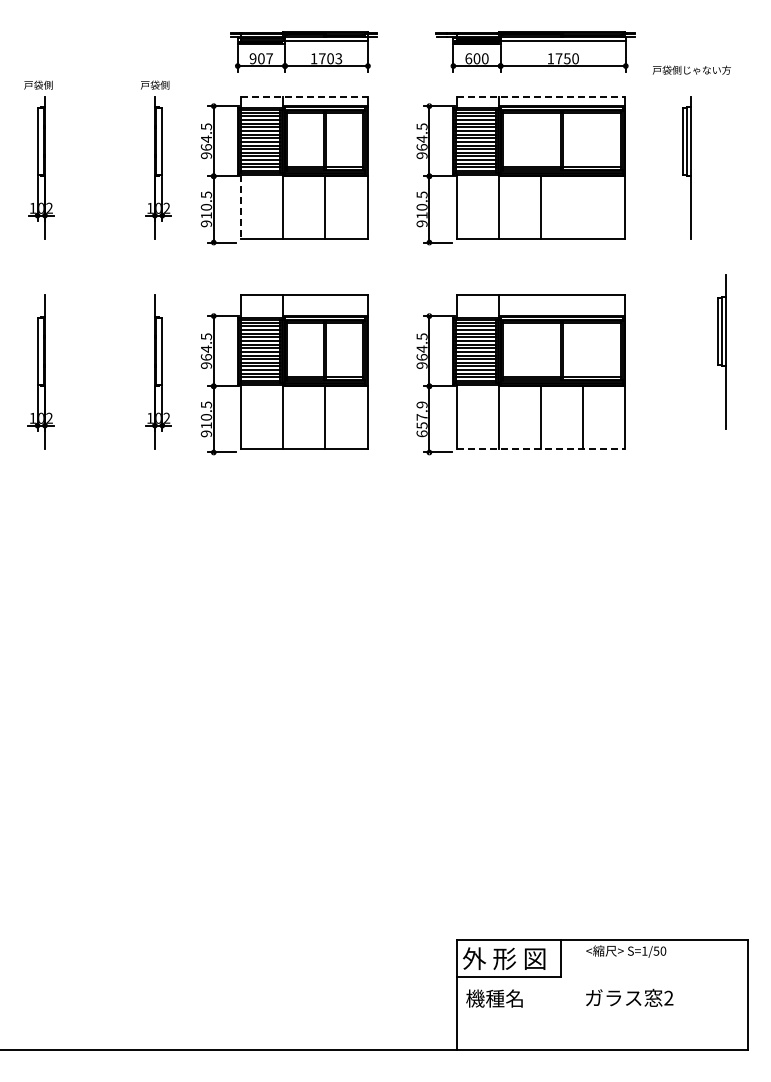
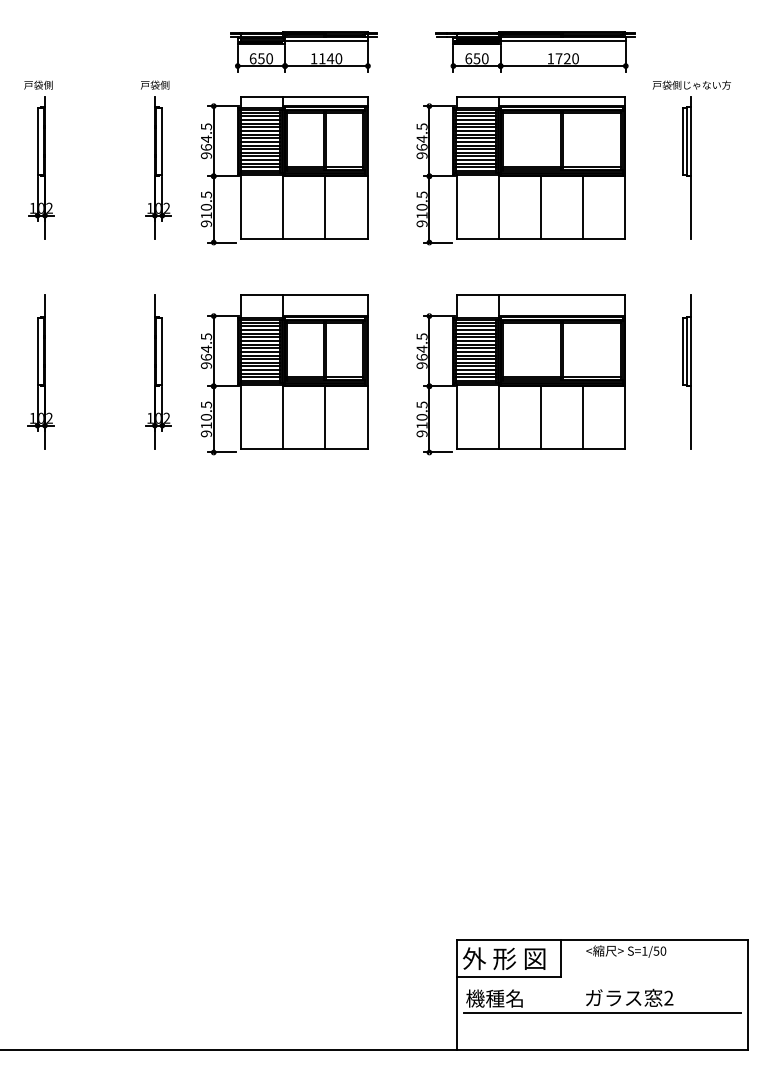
text at (260, 58): 907 -> 650
text at (330, 58): 1703 -> 1140
text at (476, 58): 600 -> 650
text at (567, 58): 1750 -> 1720
text at (691, 69) position: (691, 69) -> (691, 84)
line at (304, 97): dashed -> solid
line at (541, 97): dashed -> solid
line at (240, 206): dashed -> solid
line at (583, 207): none -> present
part at (721, 351) position: (721, 351) -> (686, 371)
text at (421, 419): 657.9 -> 910.5
line at (541, 448): dashed -> solid
line at (602, 1013): none -> present
